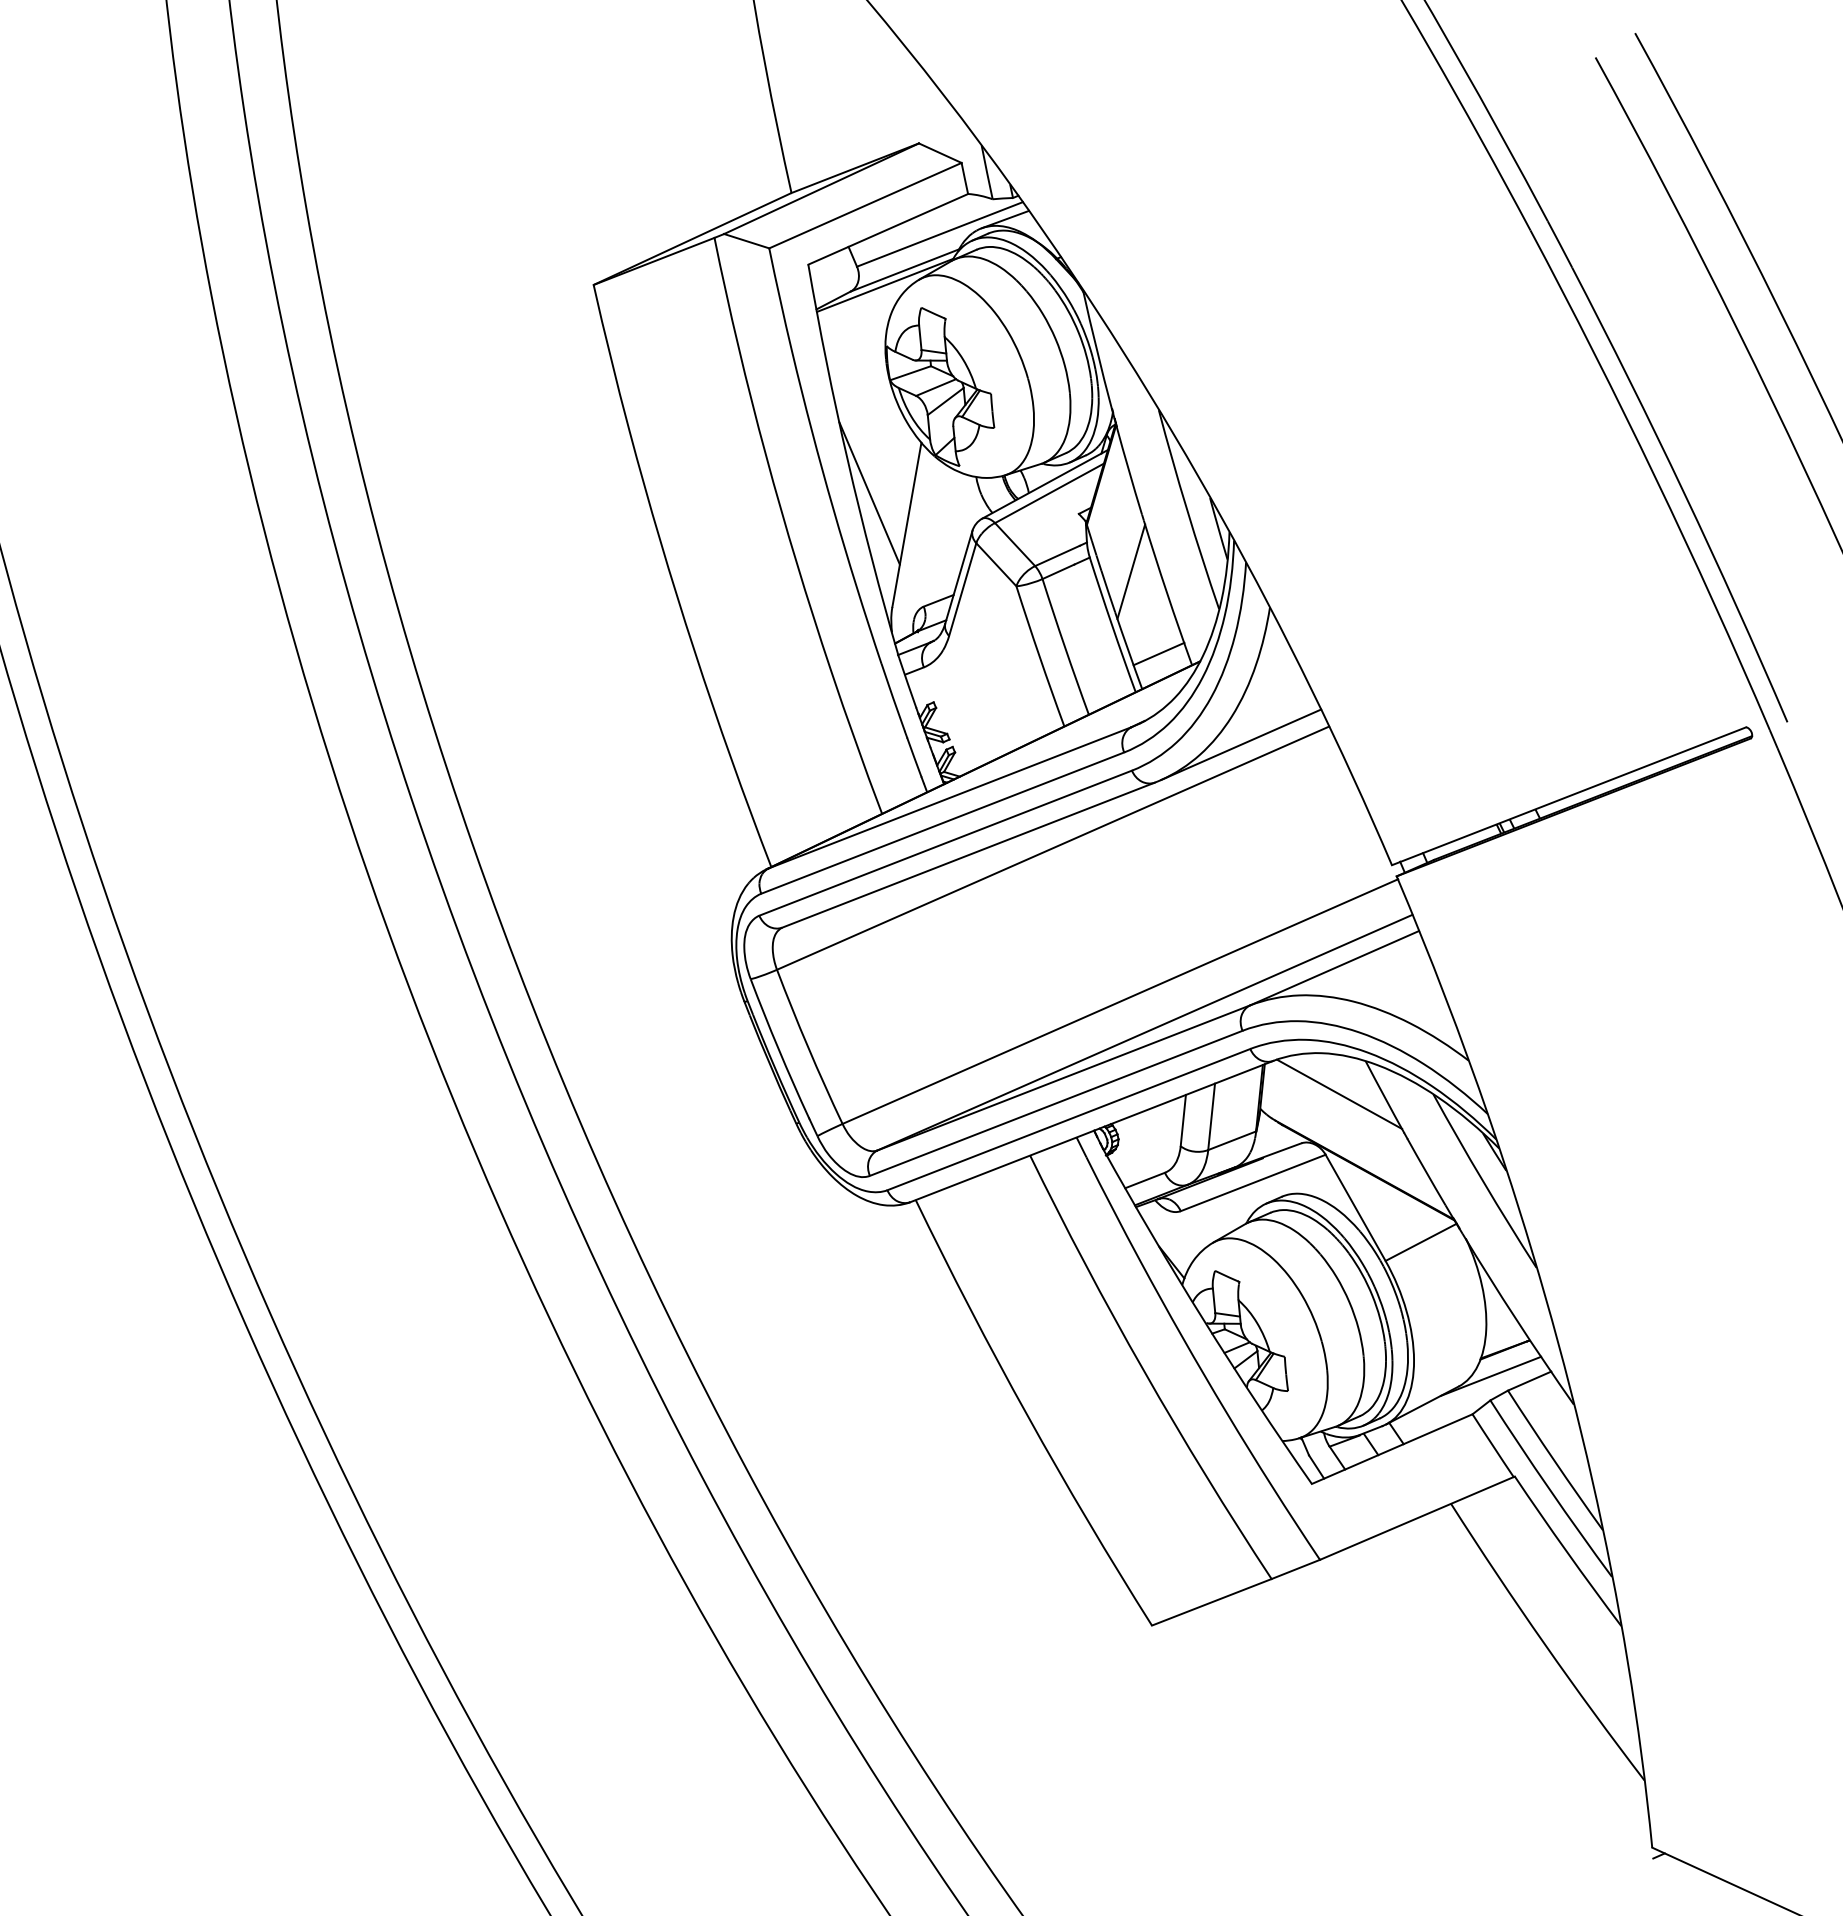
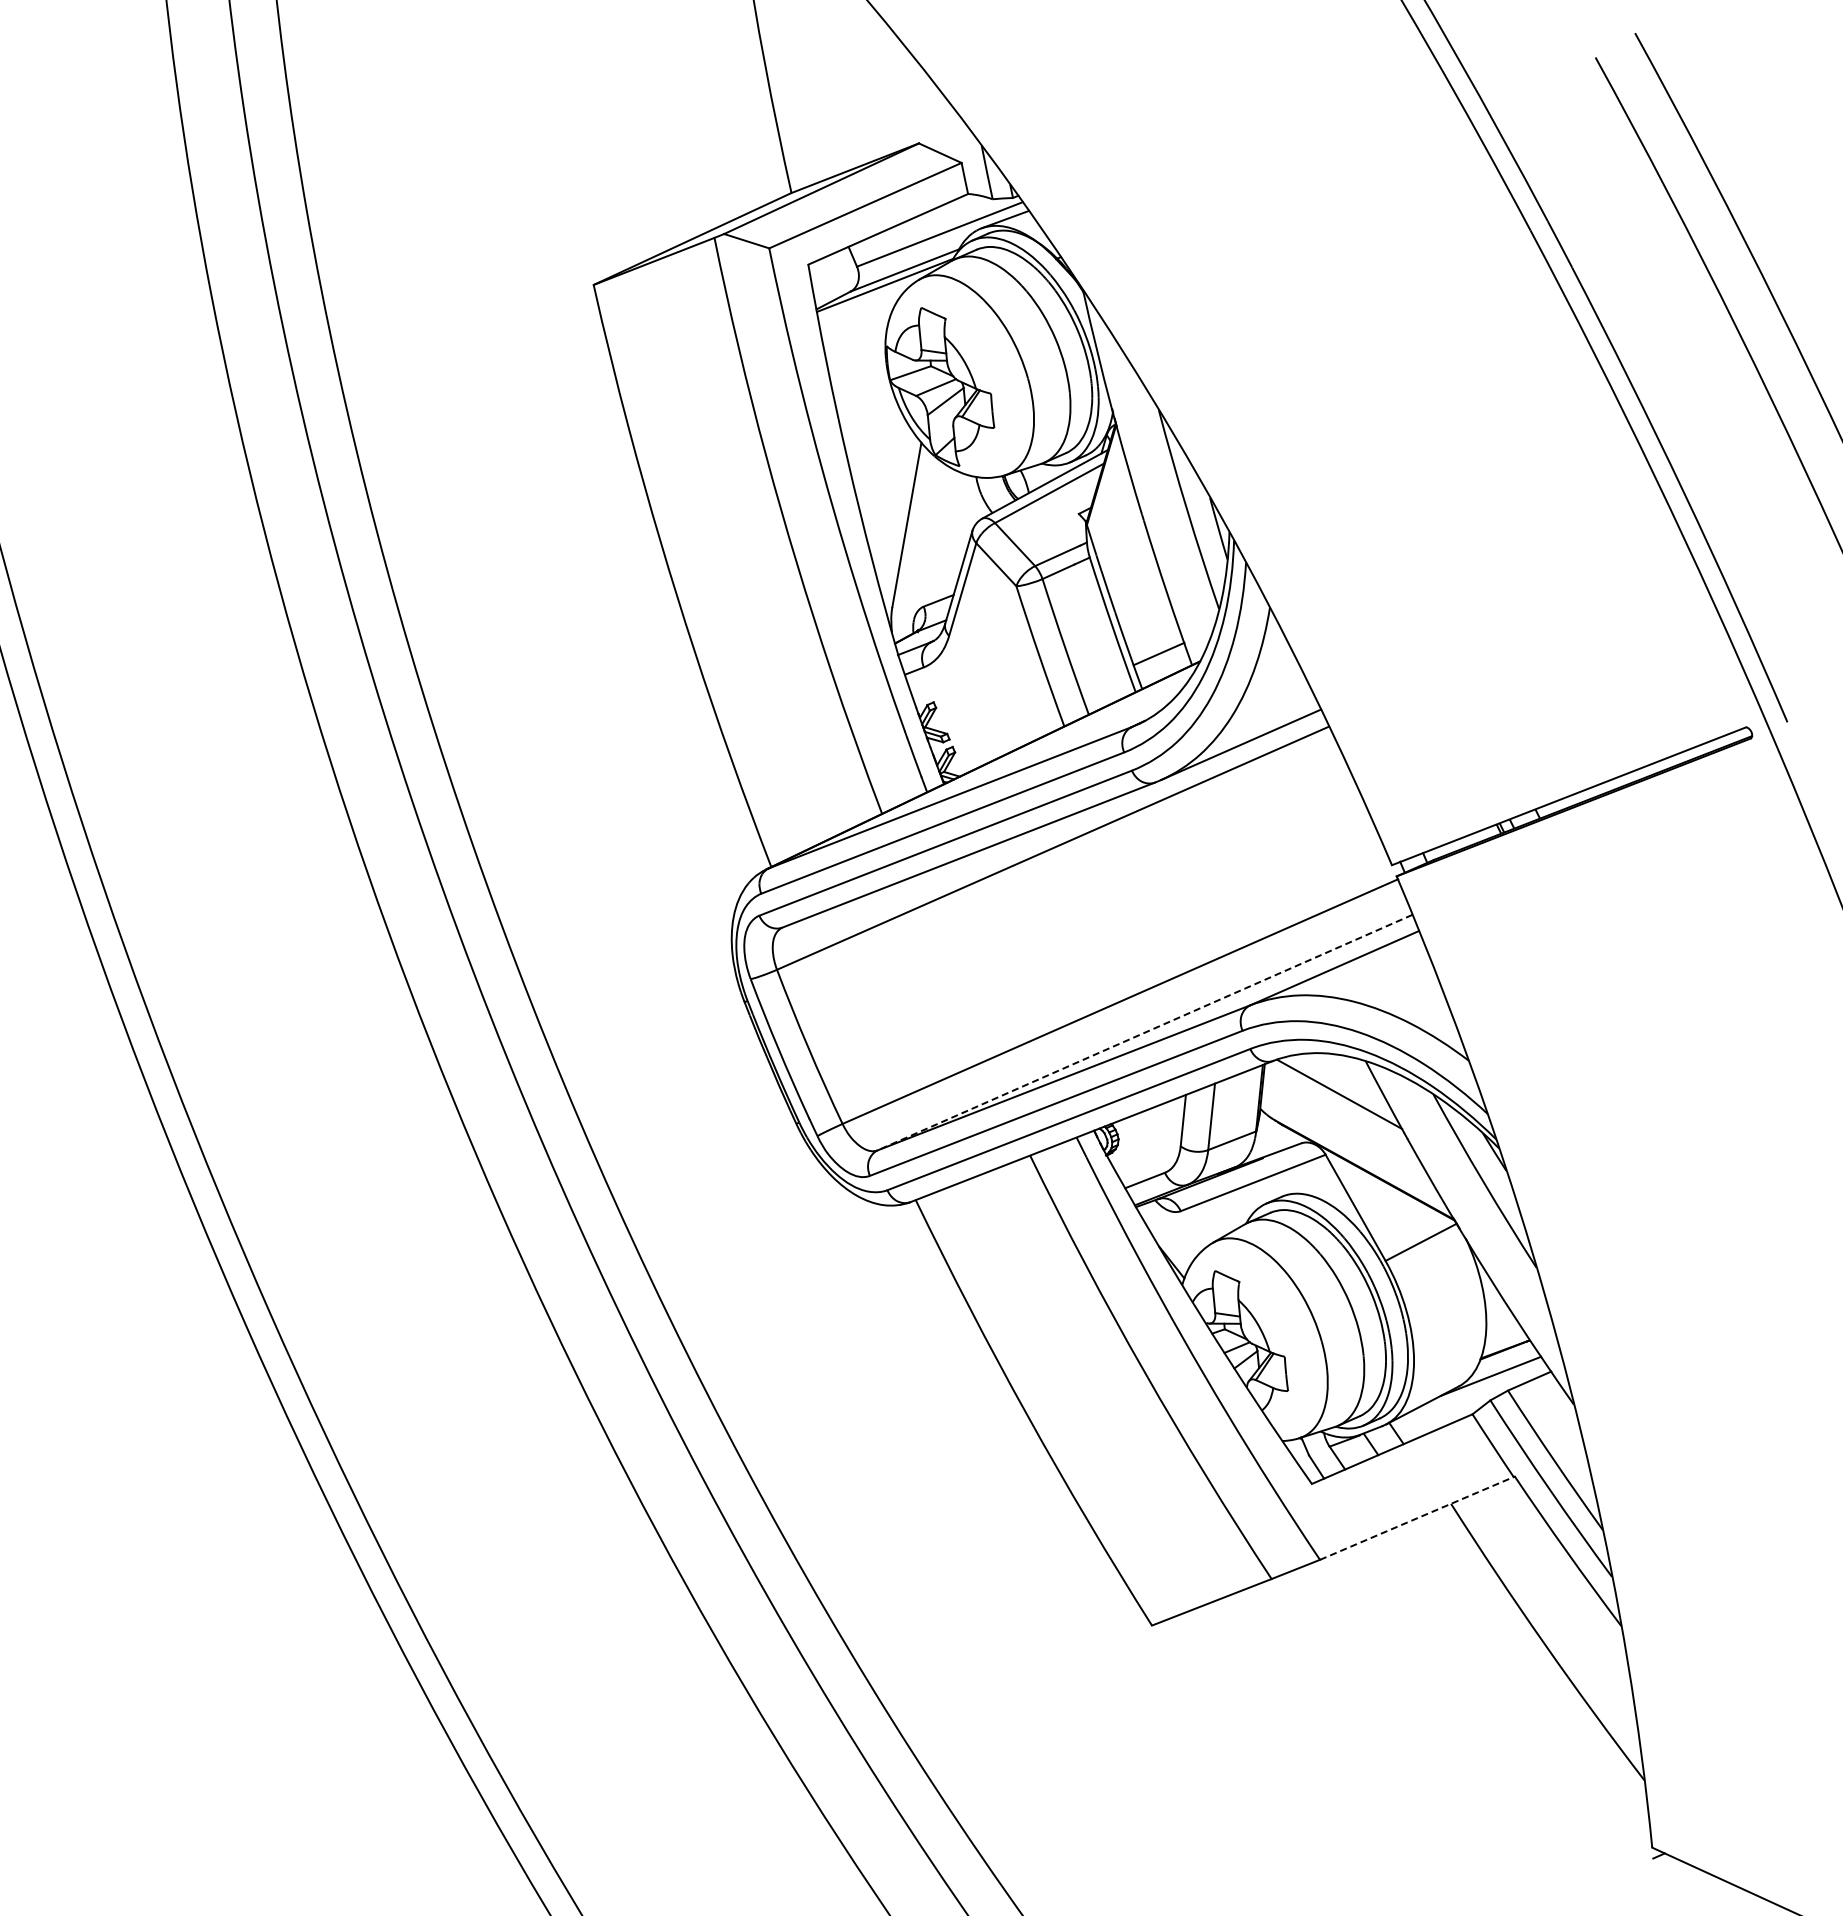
line at (869, 493): present -> none
line at (1131, 571): present -> none
line at (1144, 1032): solid -> dashed
line at (1417, 1518): solid -> dashed
